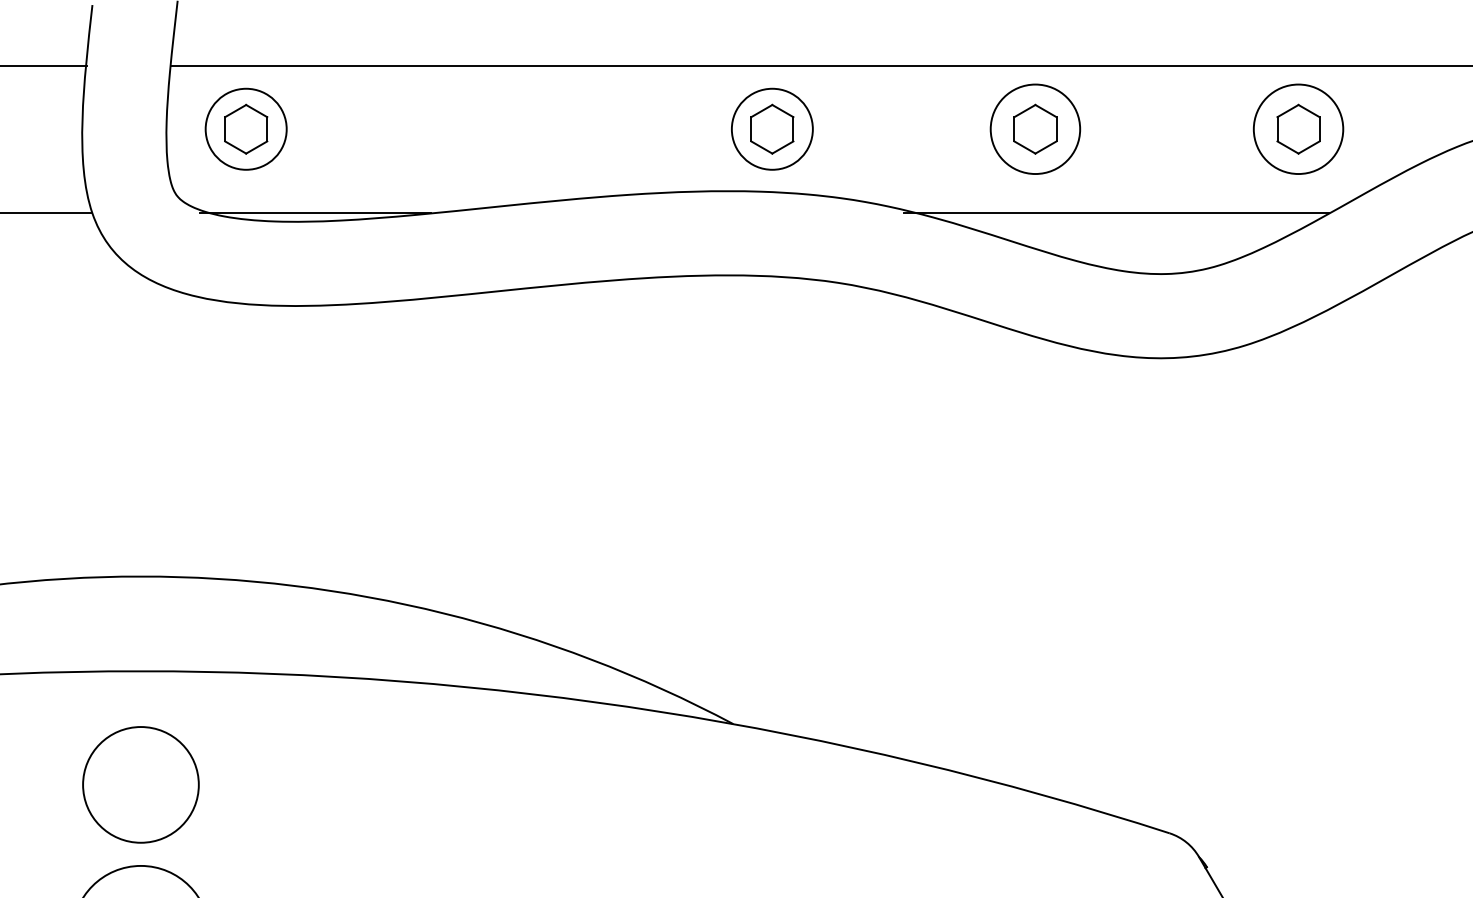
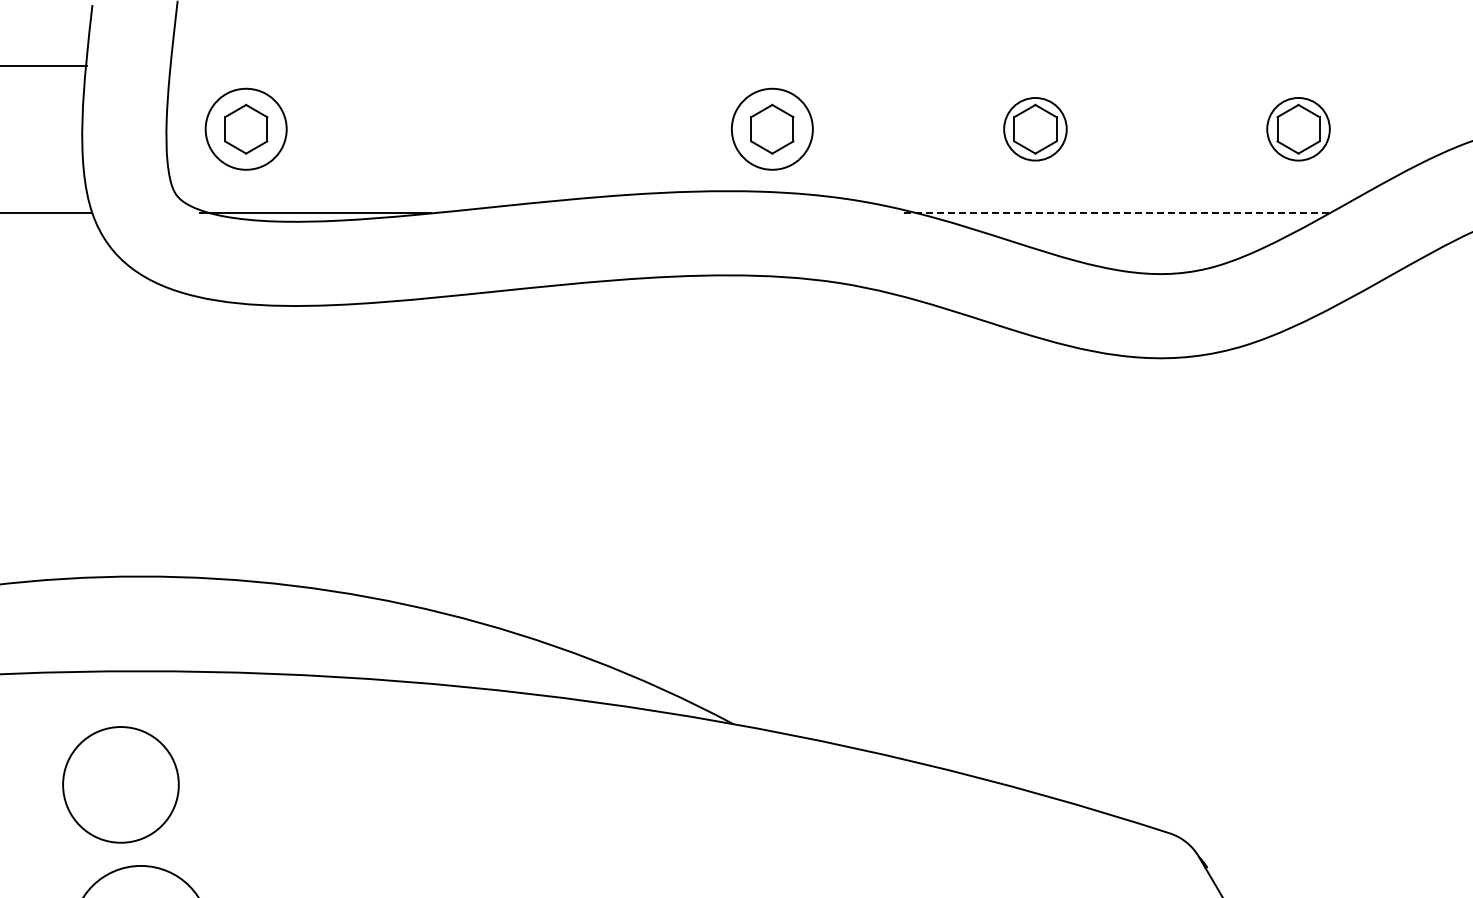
line at (820, 66): present -> none
circle at (1035, 129) diameter: 89 px -> 63 px
circle at (1298, 129) diameter: 89 px -> 63 px
line at (1116, 213): solid -> dashed
circle at (140, 784) position: (140, 784) -> (120, 784)
